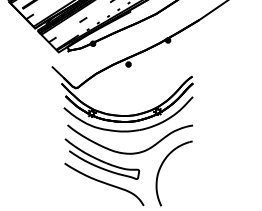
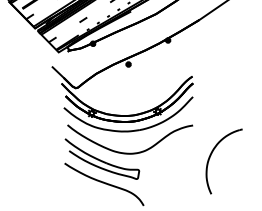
part at (160, 170) position: (160, 170) -> (210, 158)
